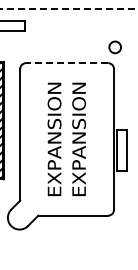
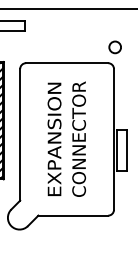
line at (69, 9): dashed -> solid
line at (66, 63): dashed -> solid
text at (79, 138): EXPANSION -> CONNECTOR
